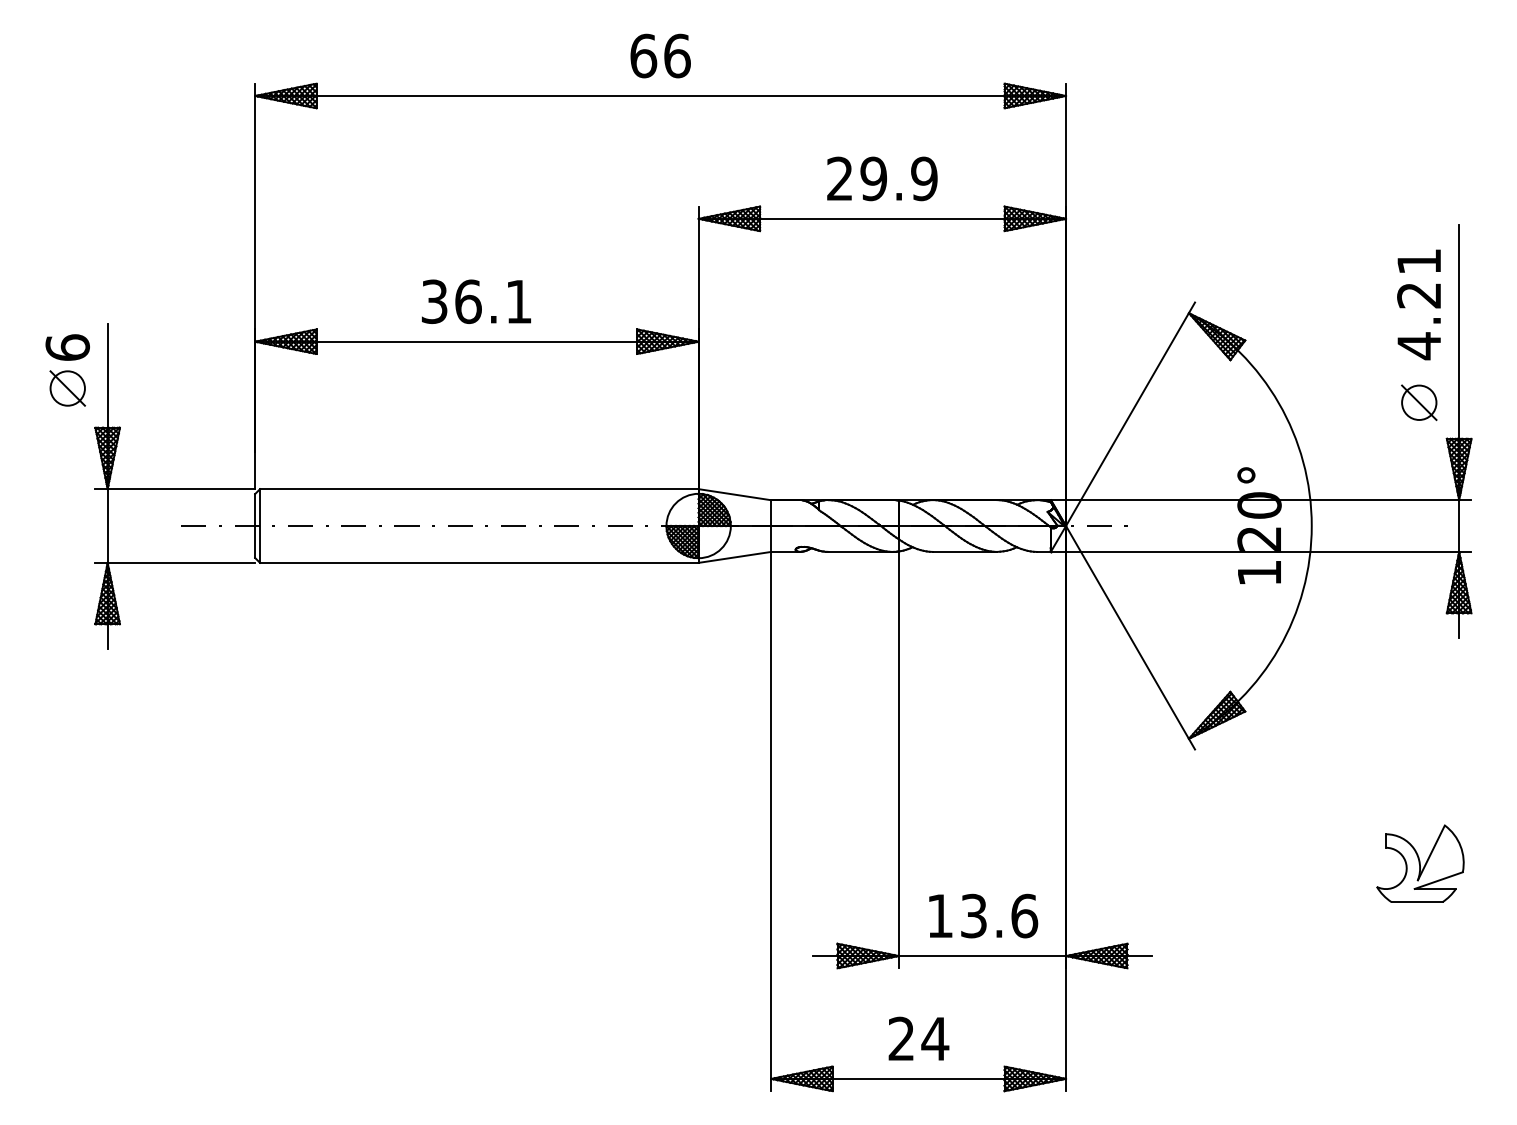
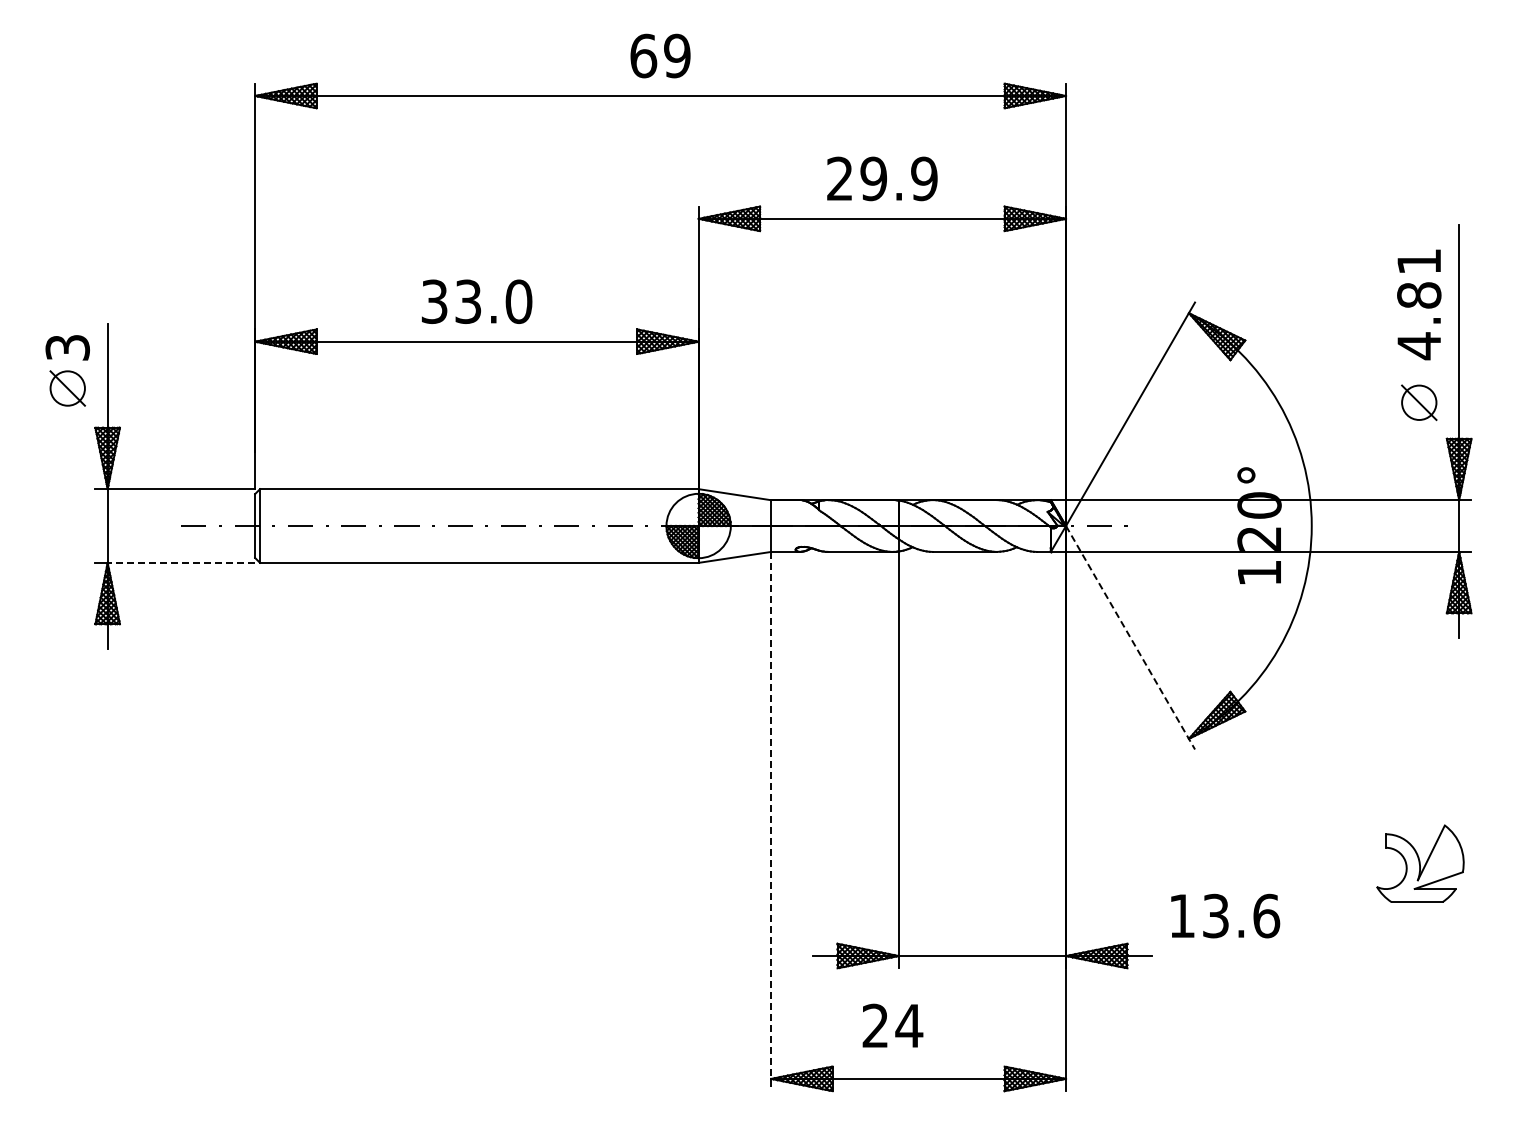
text at (677, 55): 66 -> 69
text at (1419, 295): 4.21 -> 4.81
text at (493, 301): 36.1 -> 33.0
text at (67, 347): 6 -> 3
line at (181, 562): solid -> dashed
line at (1130, 638): solid -> dashed
line at (771, 821): solid -> dashed
text at (983, 915) position: (983, 915) -> (1225, 915)
text at (918, 1038) position: (918, 1038) -> (892, 1025)
